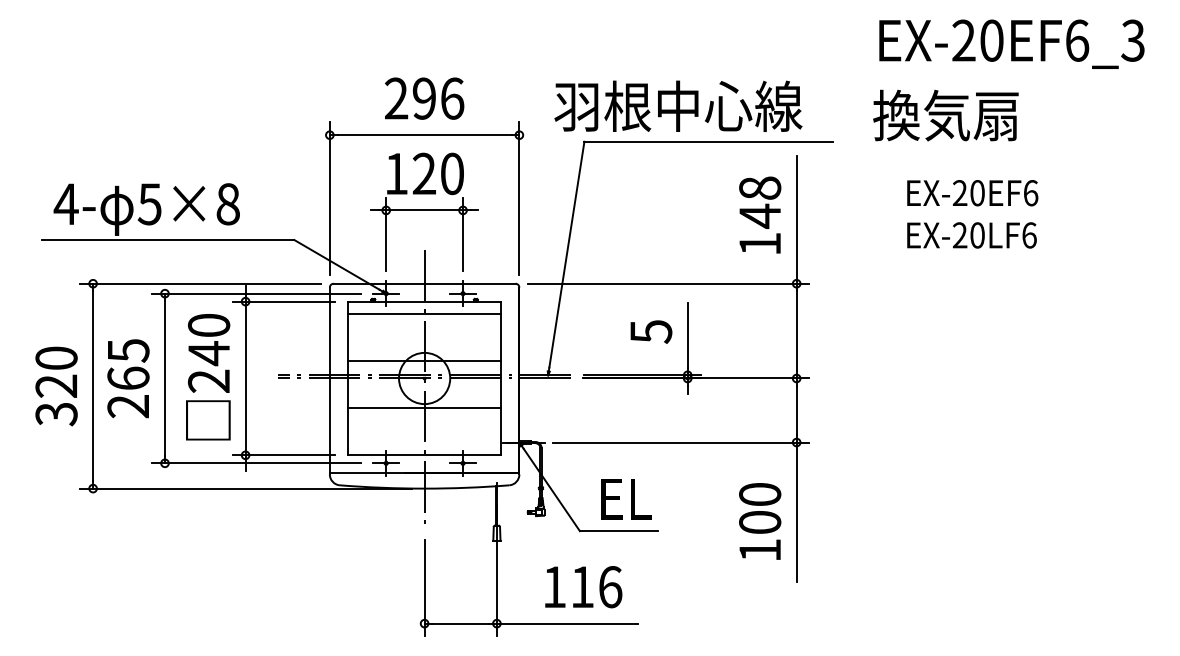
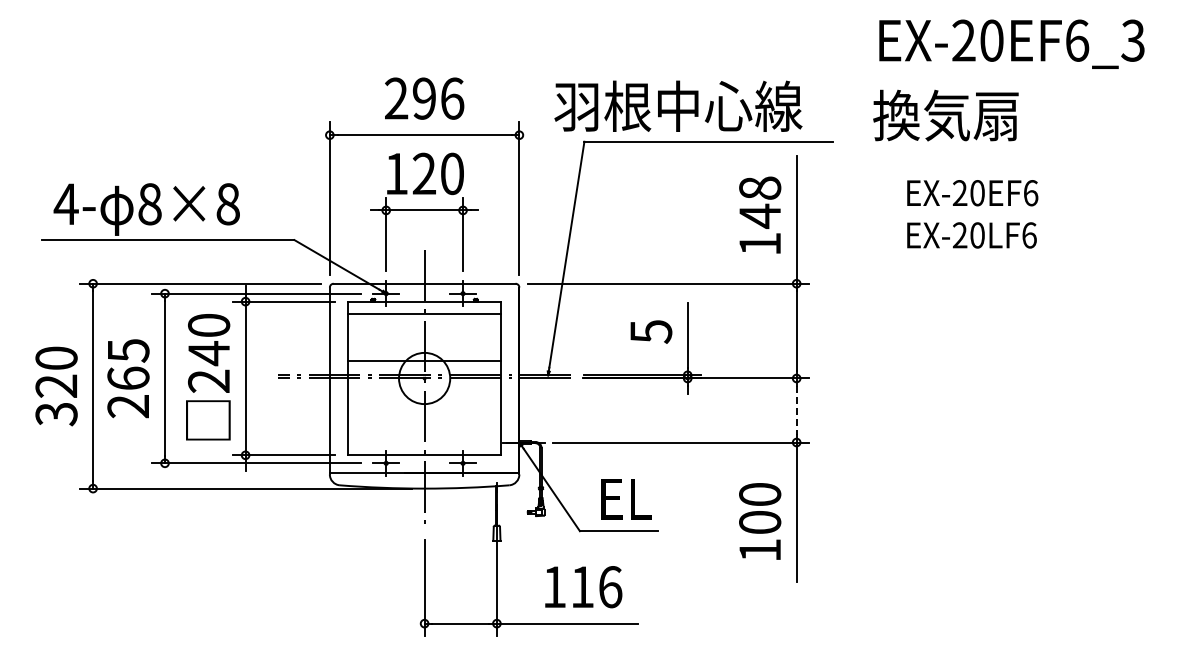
text at (149, 204): 5×8 -> 8×8
line at (424, 408): present -> none
line at (796, 411): solid -> dashed
